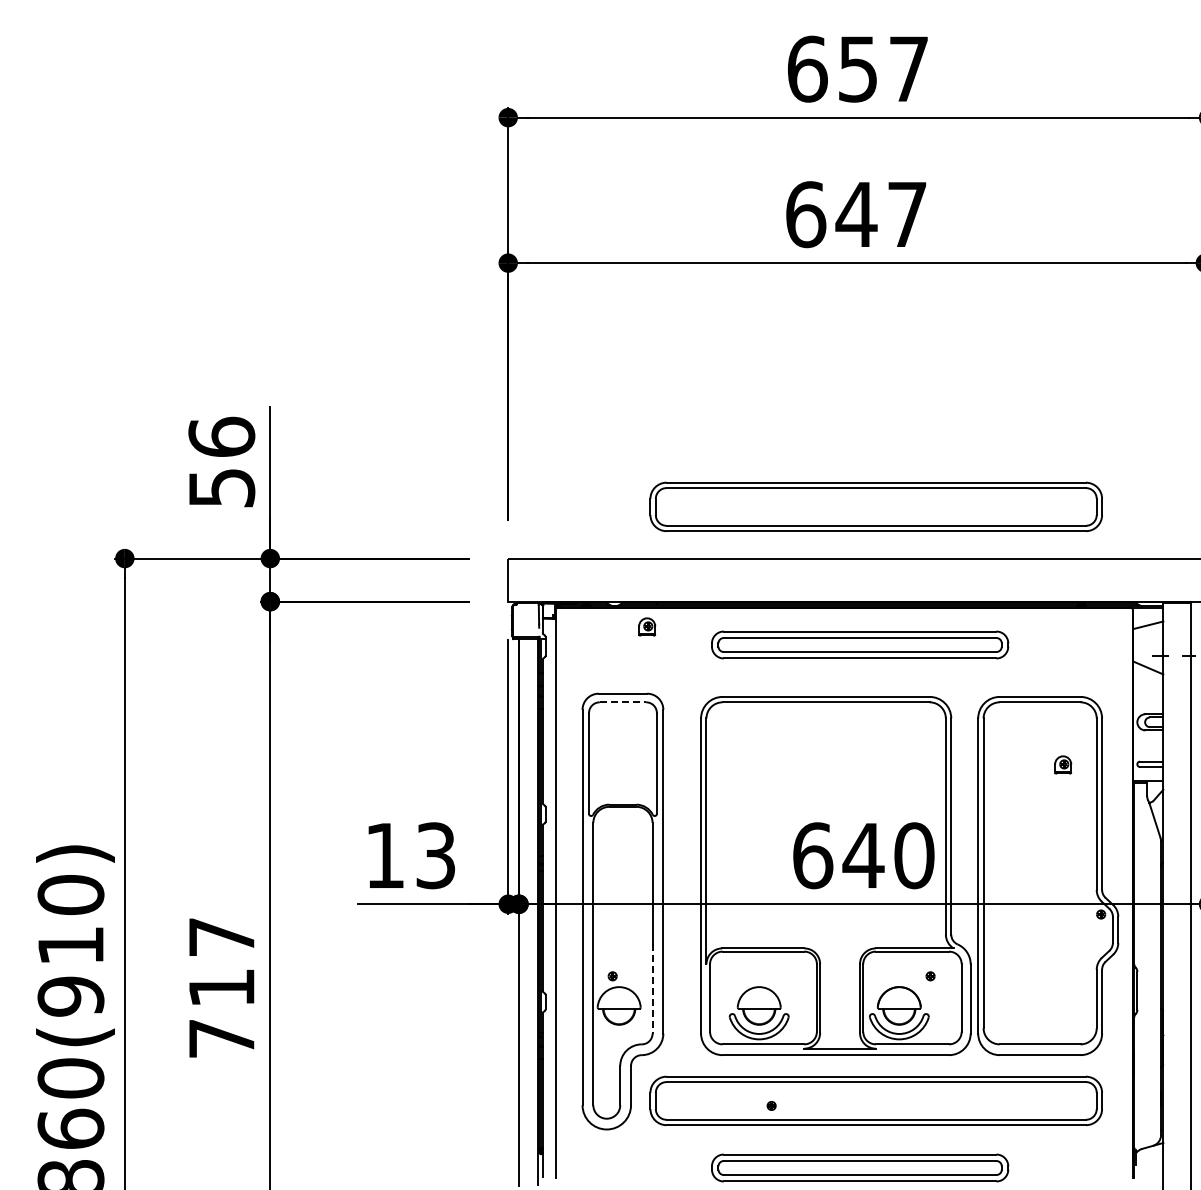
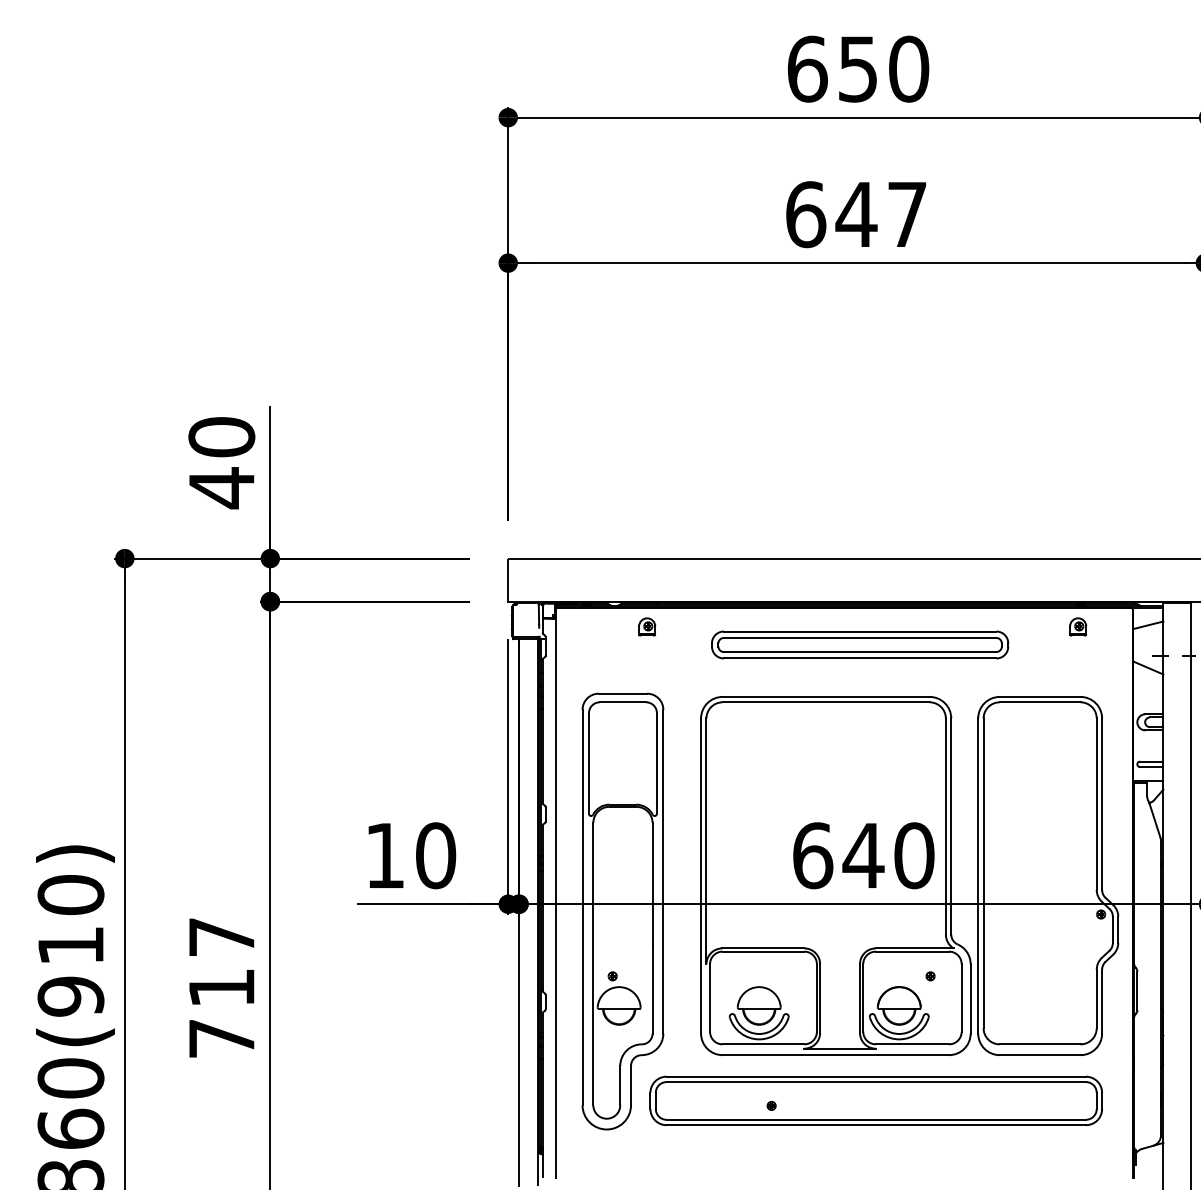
text at (909, 68): 657 -> 650
text at (221, 462): 56 -> 40
part at (875, 506): present -> none
line at (623, 702): dashed -> solid
part at (1063, 764) position: (1063, 764) -> (1078, 626)
text at (436, 855): 13 -> 10
line at (652, 988): dashed -> solid
part at (860, 1167): present -> none
